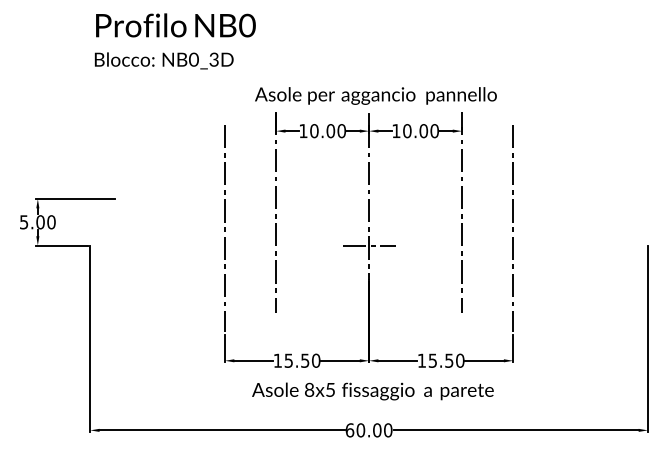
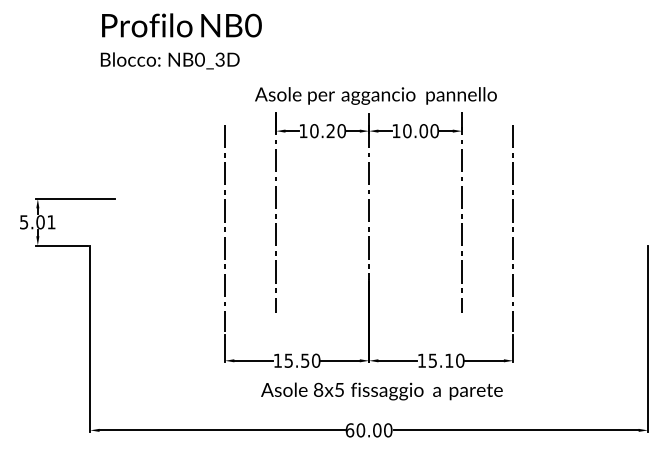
text at (174, 41) position: (174, 41) -> (180, 41)
text at (330, 131): 10.00 -> 10.20
text at (51, 222): 5.00 -> 5.01
line at (369, 245): present -> none
text at (449, 360): 15.50 -> 15.10
text at (372, 391) position: (372, 391) -> (381, 391)
